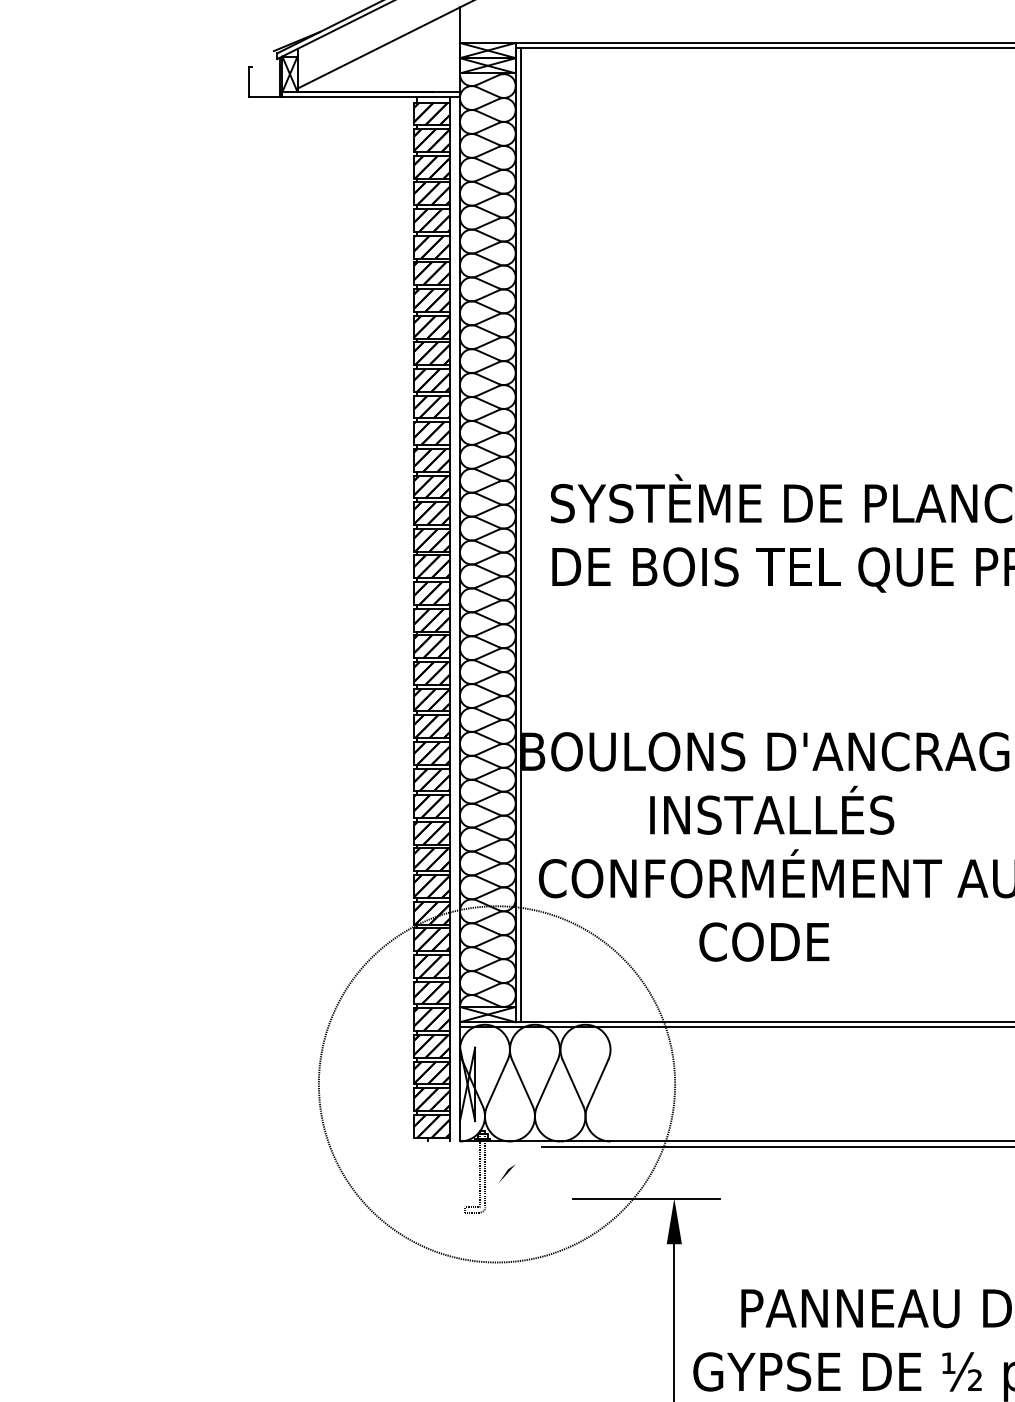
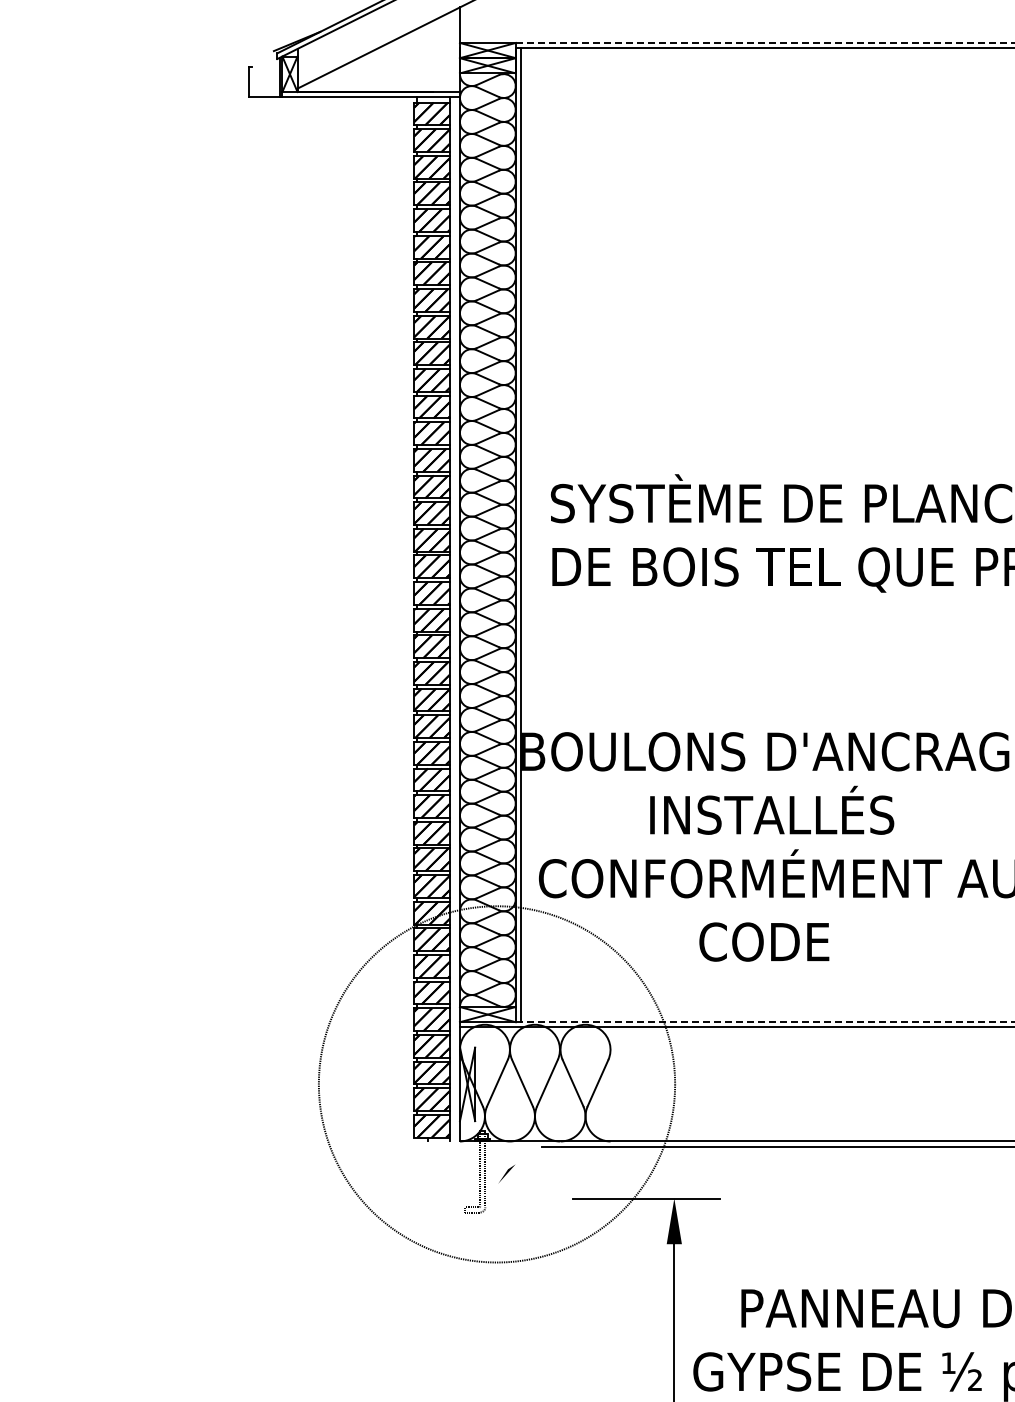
line at (765, 42): solid -> dashed
line at (765, 1022): solid -> dashed
